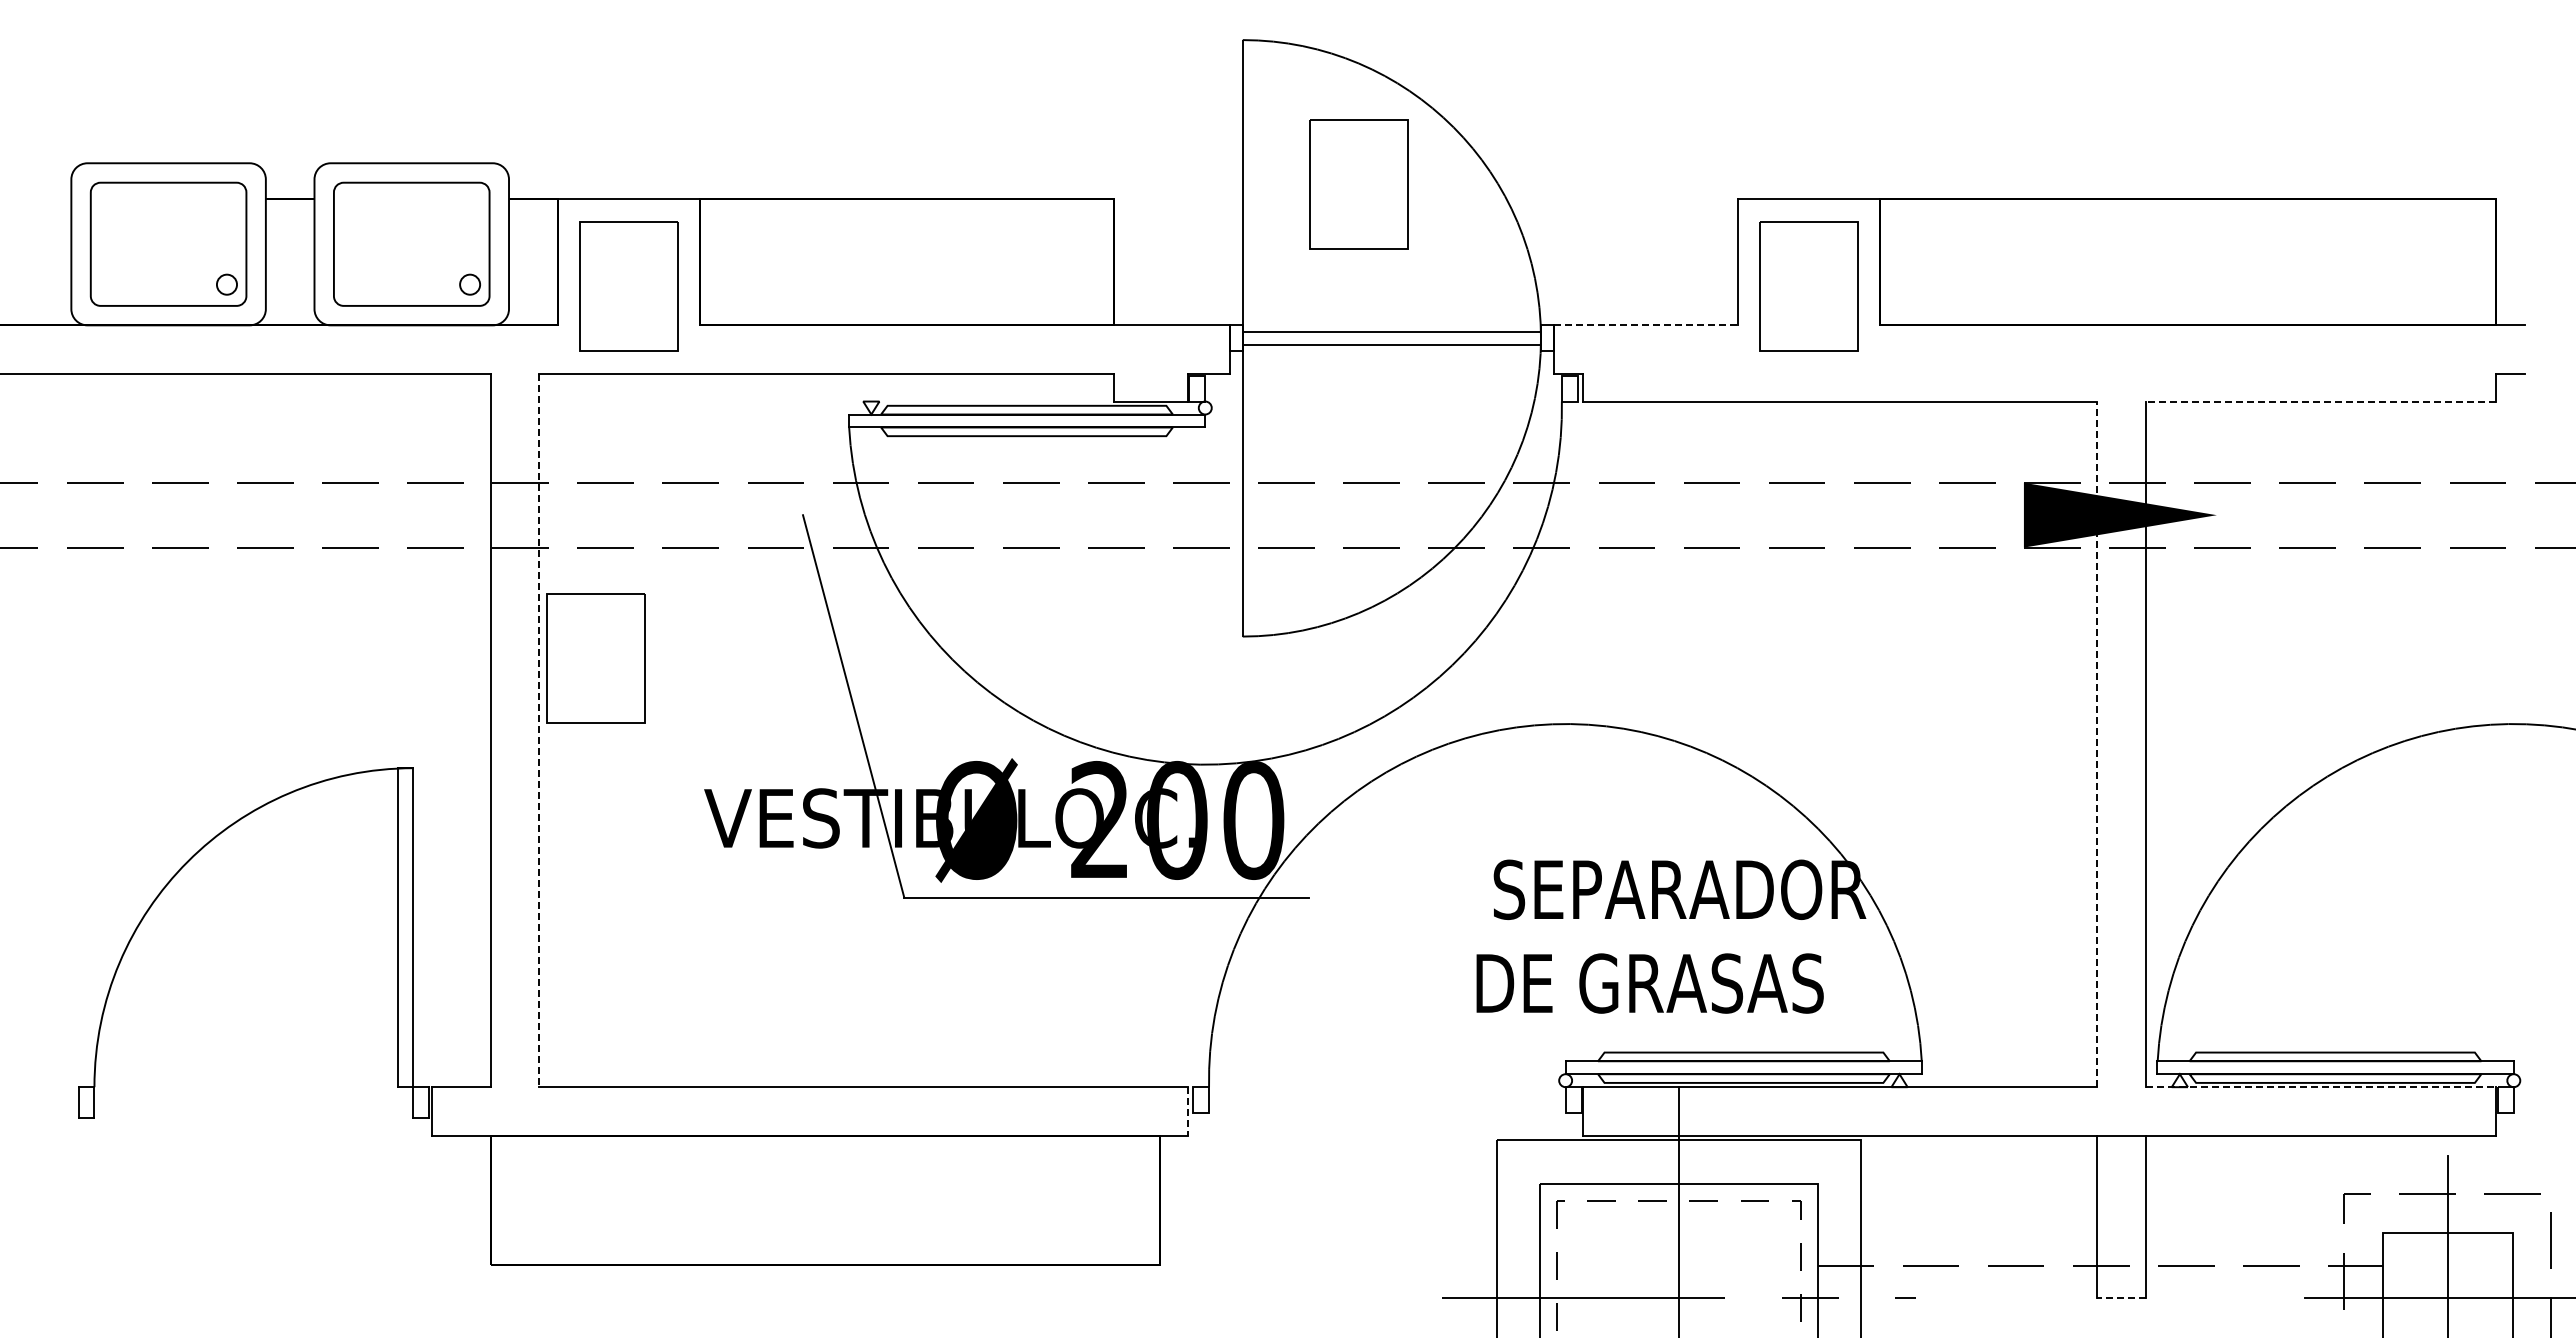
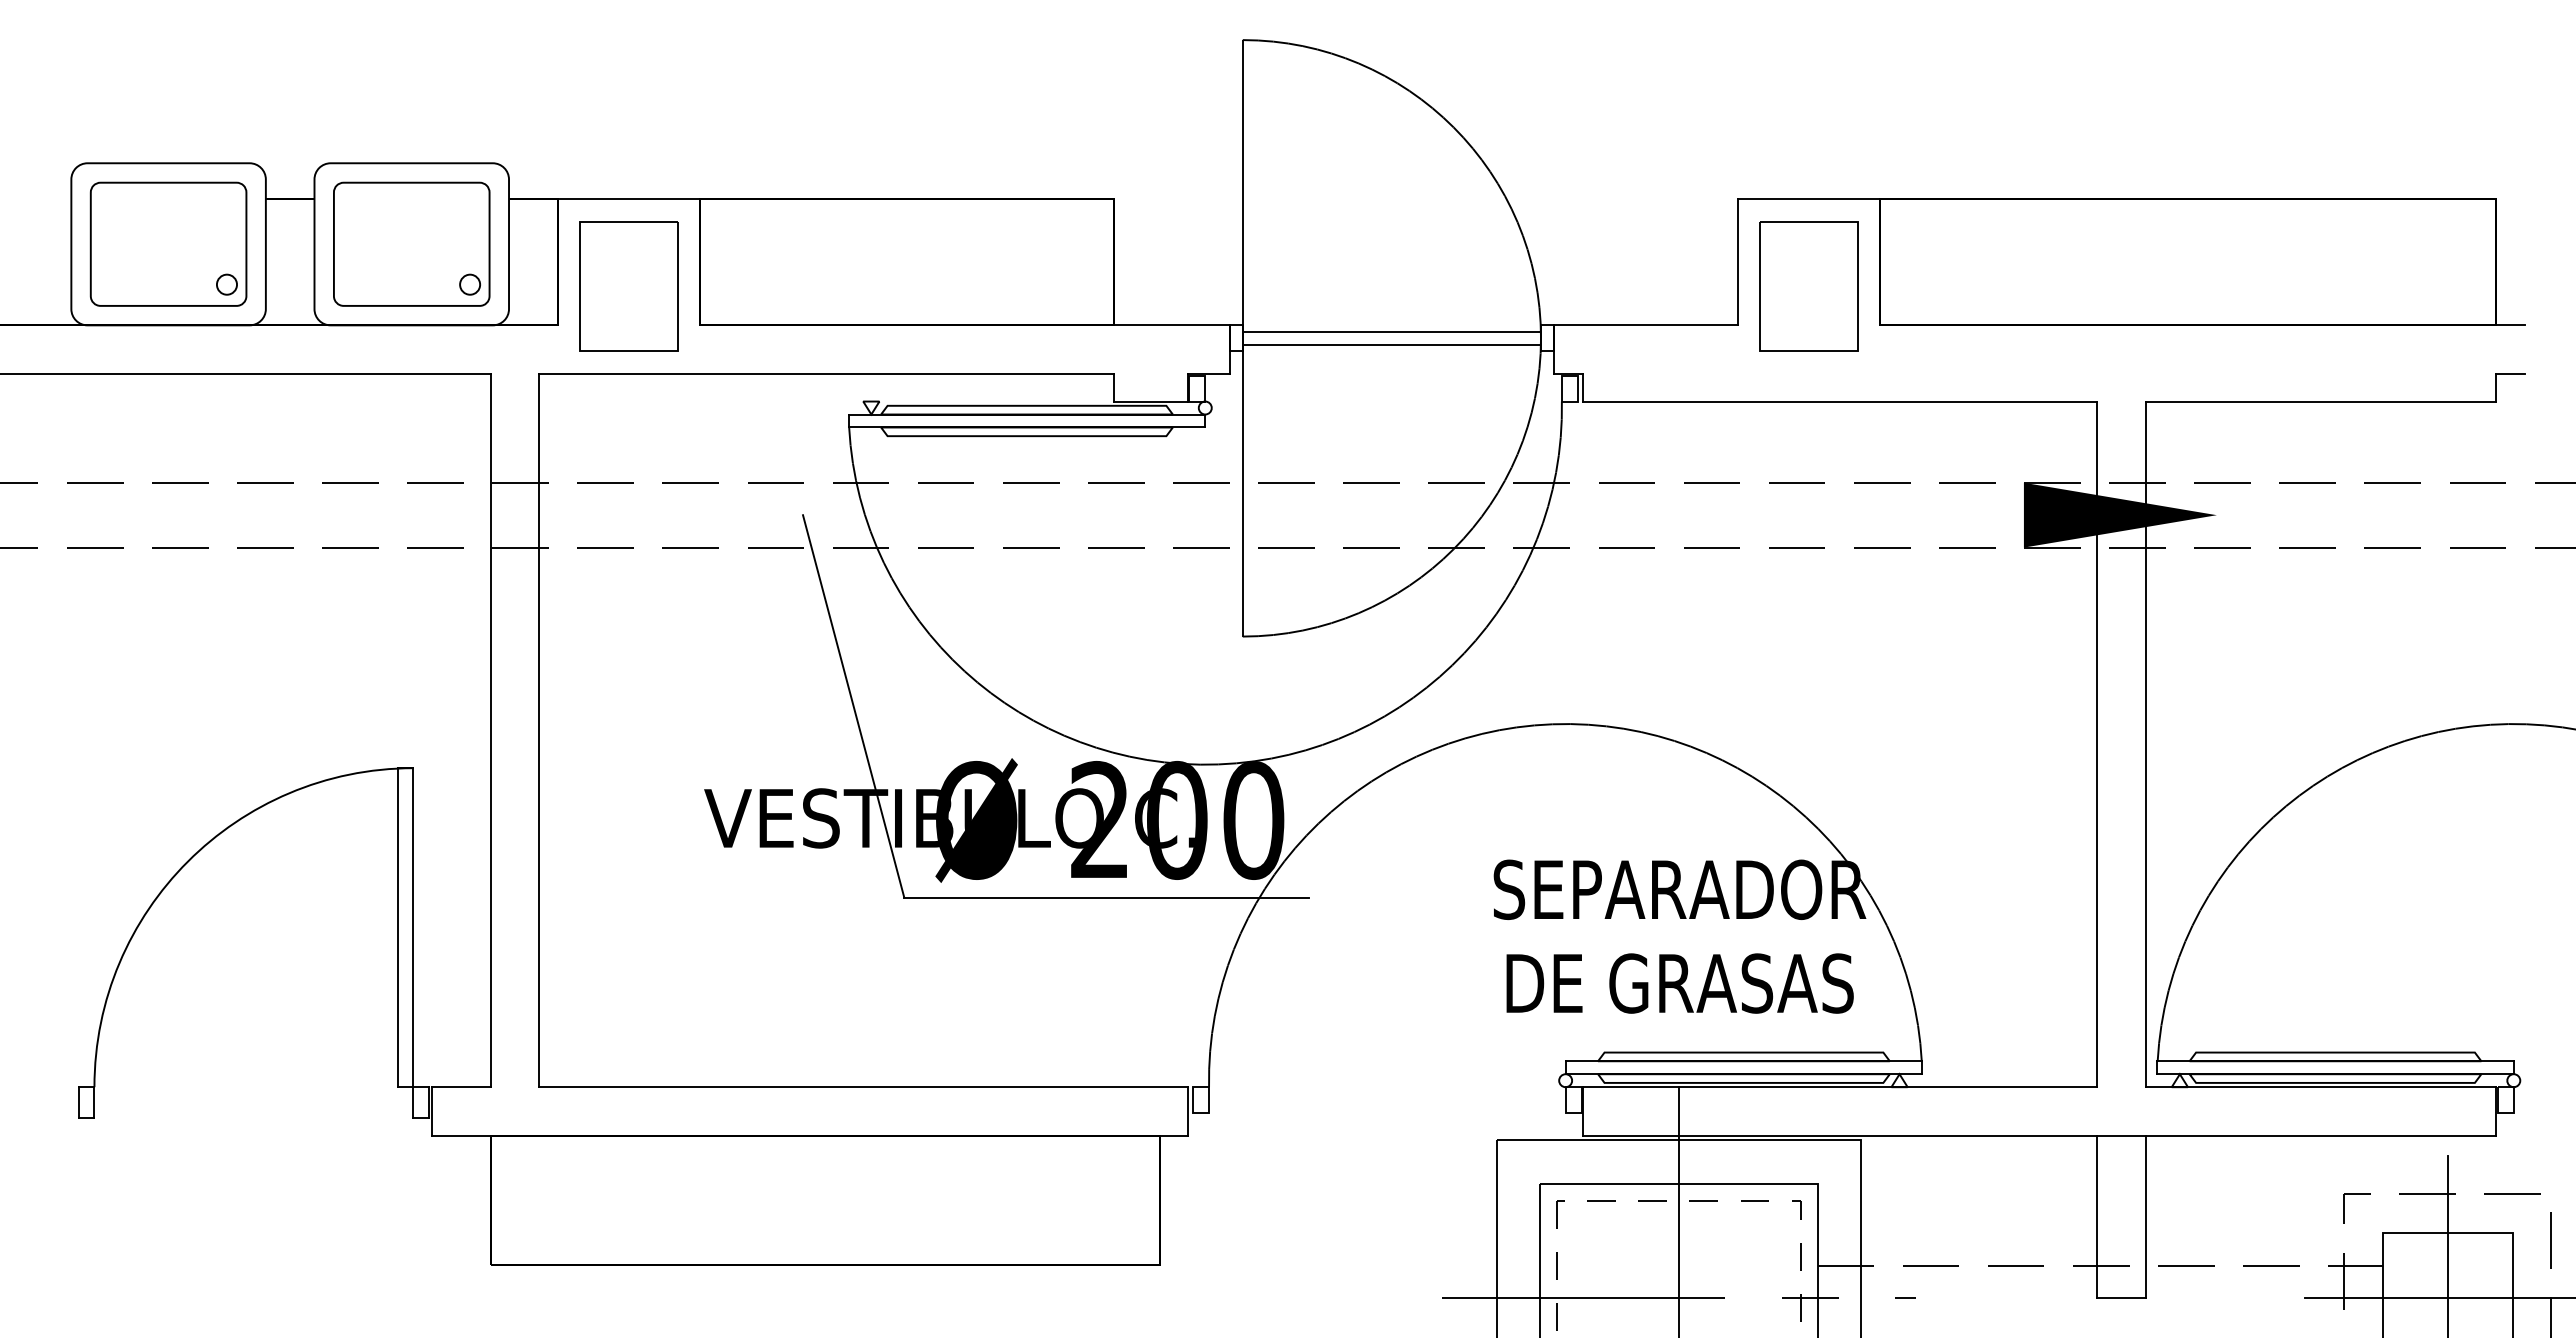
part at (1358, 184): present -> none
line at (1645, 325): dashed -> solid
line at (2320, 401): dashed -> solid
part at (595, 658): present -> none
line at (539, 730): dashed -> solid
line at (2097, 744): dashed -> solid
text at (1649, 983) position: (1649, 983) -> (1679, 983)
line at (2321, 1087): dashed -> solid
line at (1187, 1112): dashed -> solid
line at (2121, 1297): dashed -> solid
